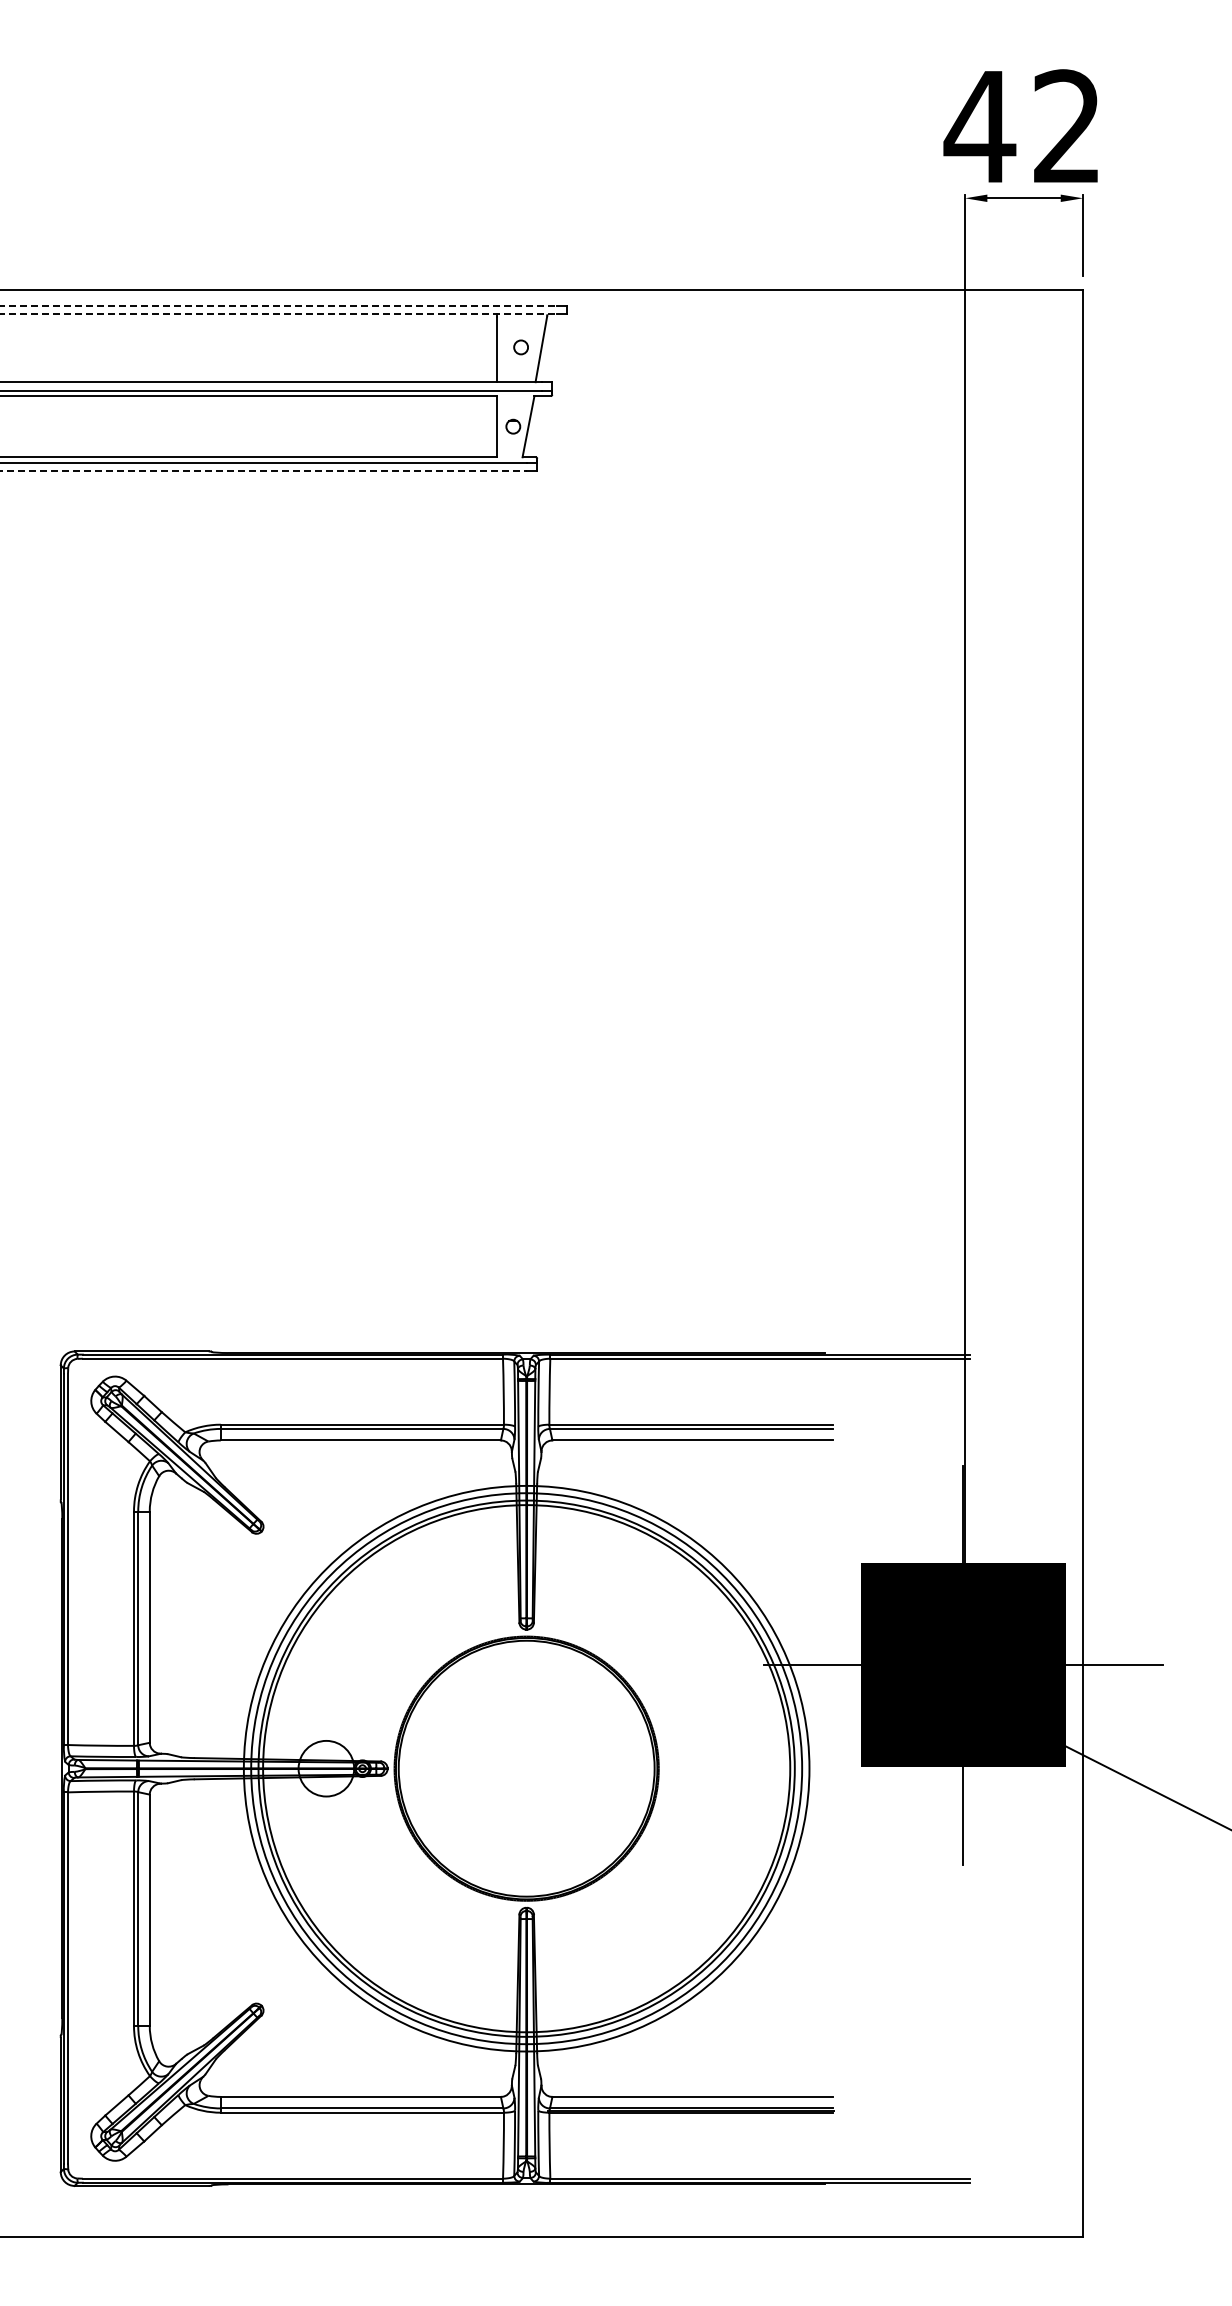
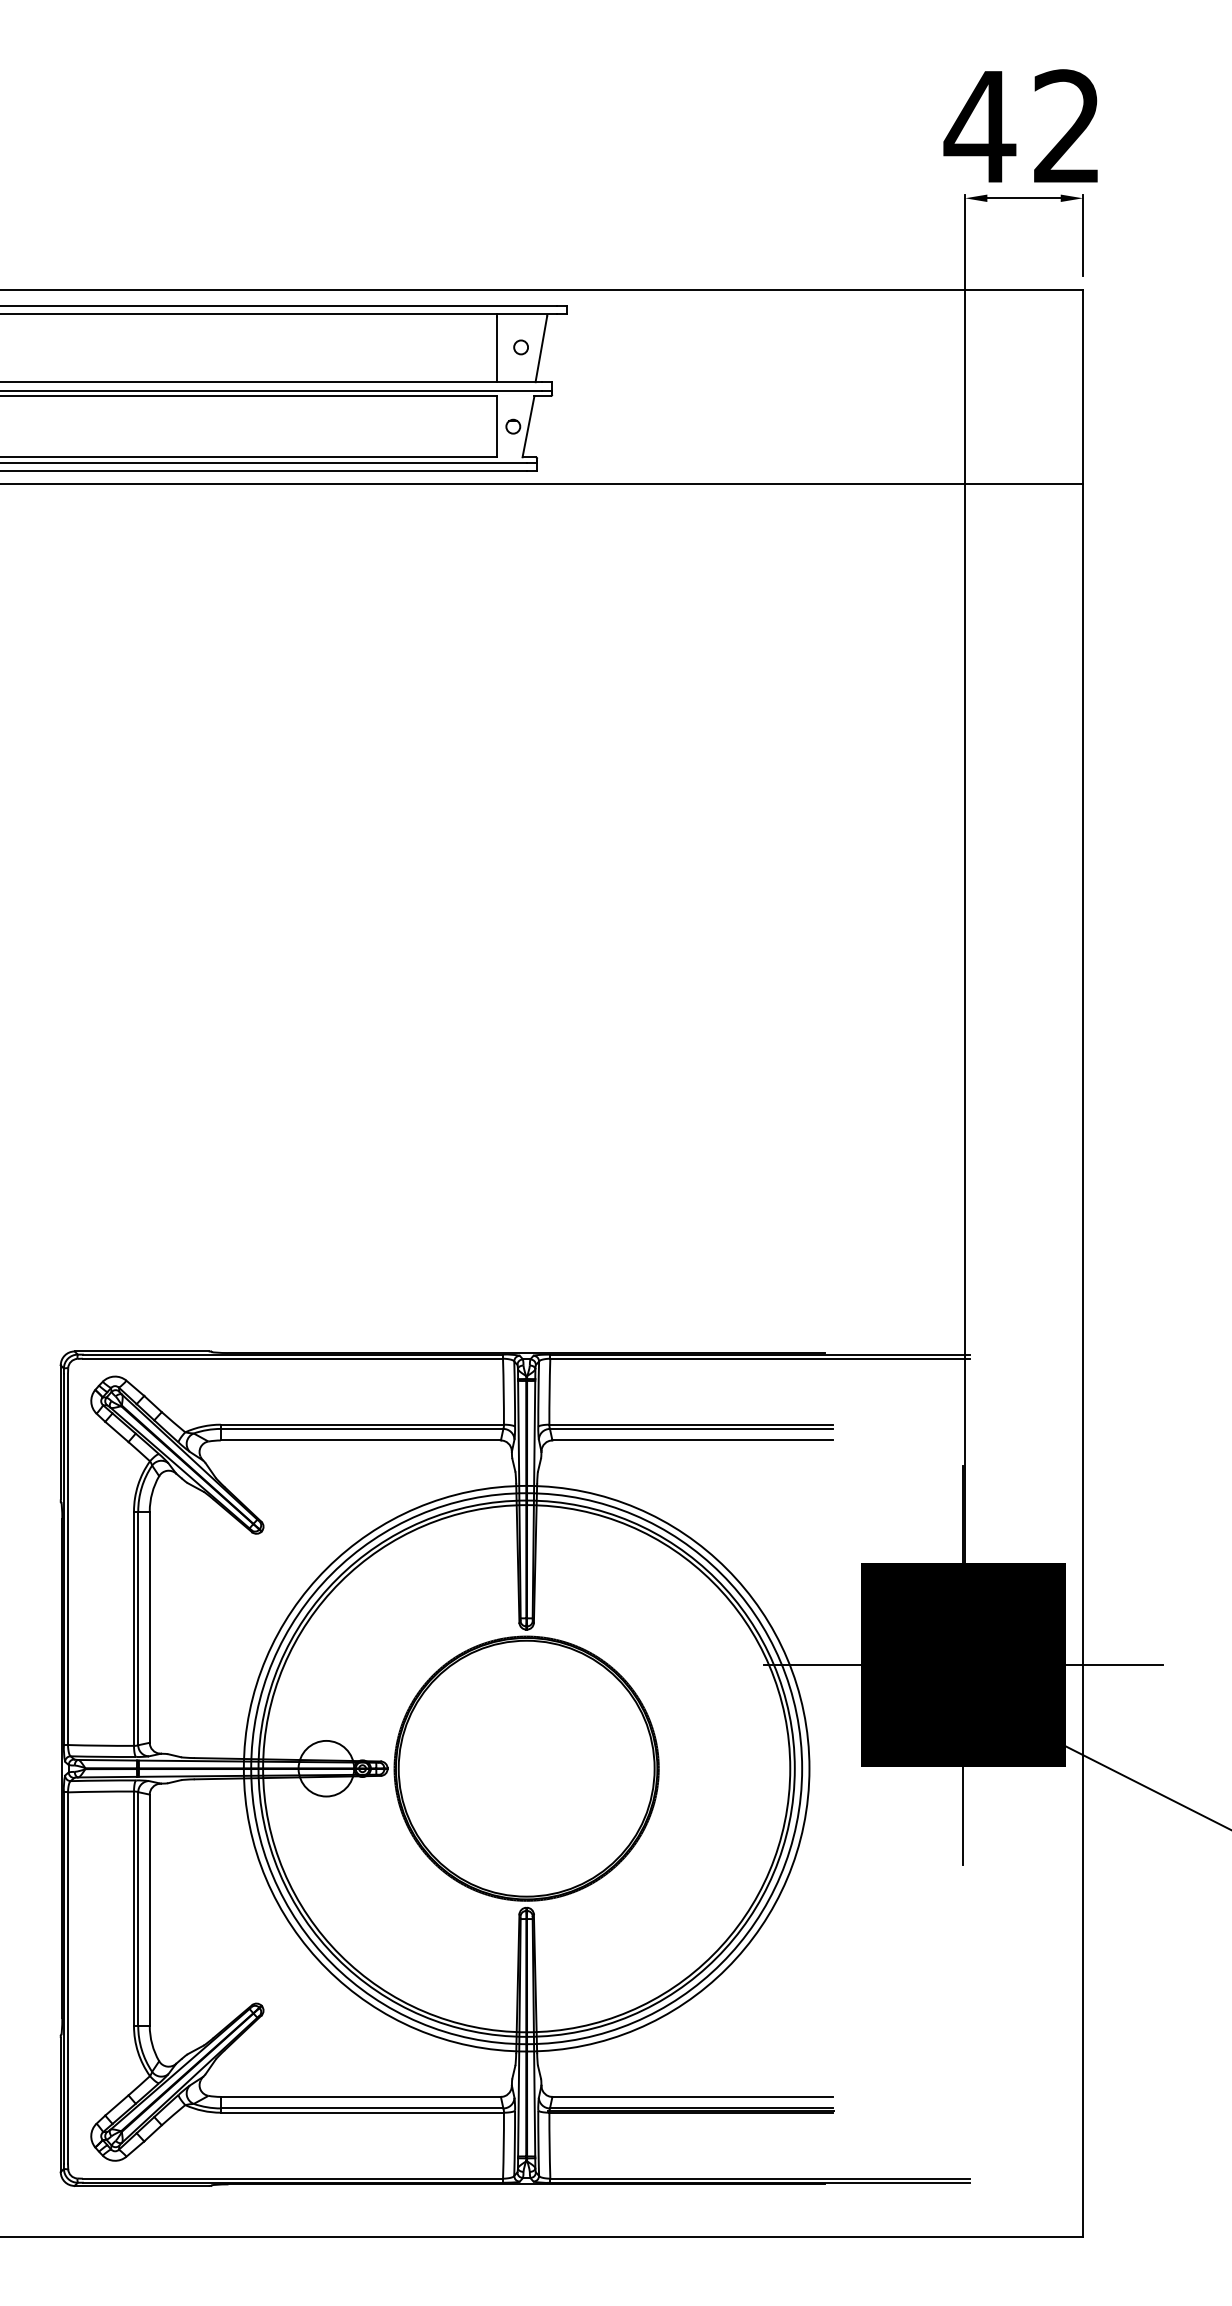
line at (279, 306): dashed -> solid
line at (279, 314): dashed -> solid
line at (263, 471): dashed -> solid
line at (542, 484): none -> present
